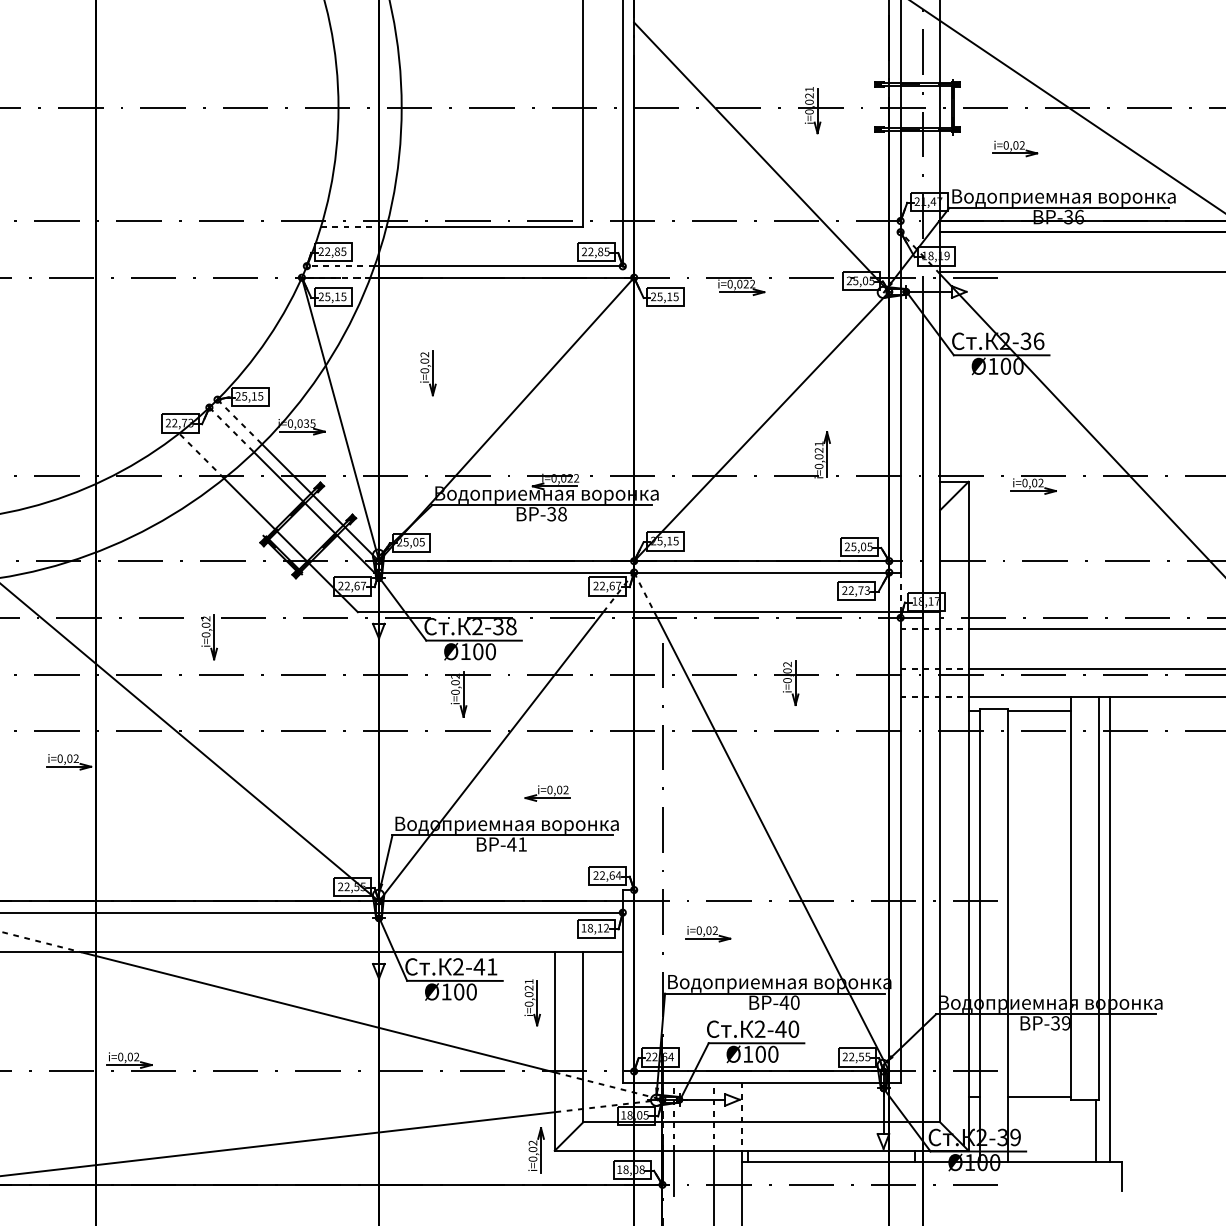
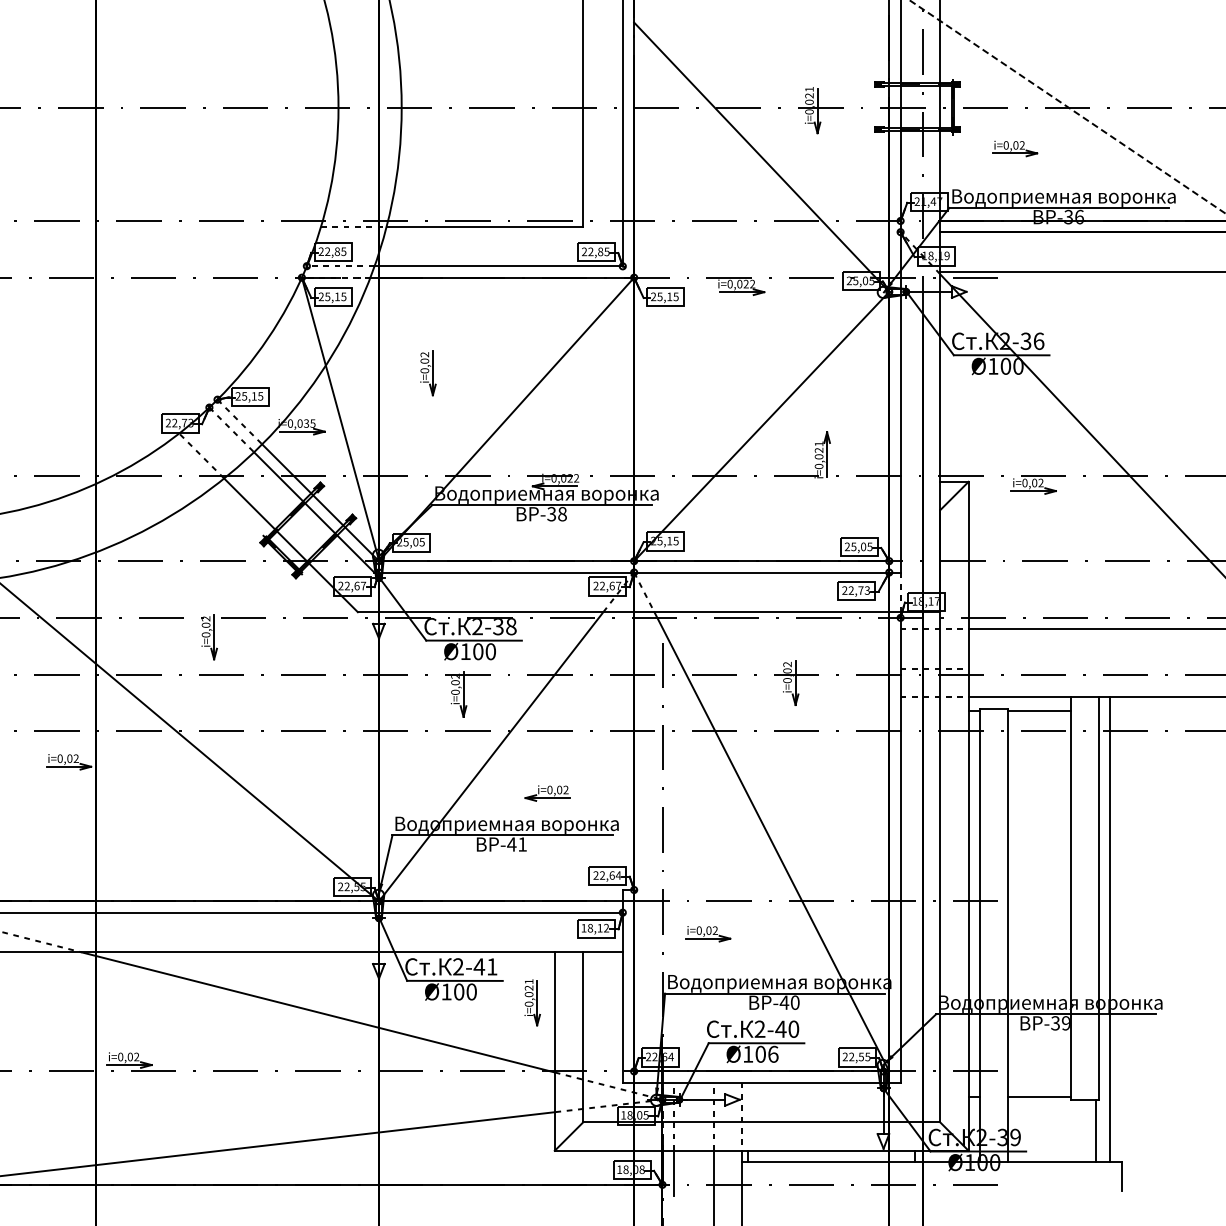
line at (1067, 107): solid -> dashed
line at (1095, 668): present -> none
text at (773, 1053): Ø100 -> Ø106
part at (536, 1150): present -> none
